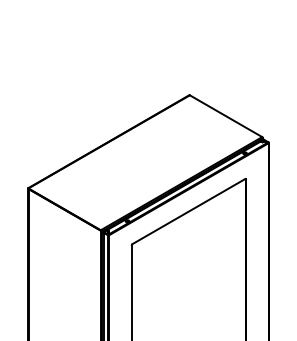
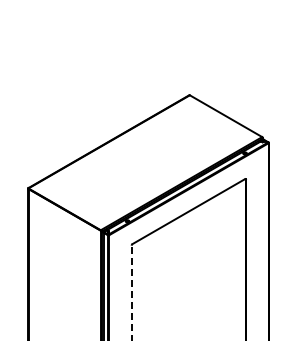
line at (131, 292): solid -> dashed
